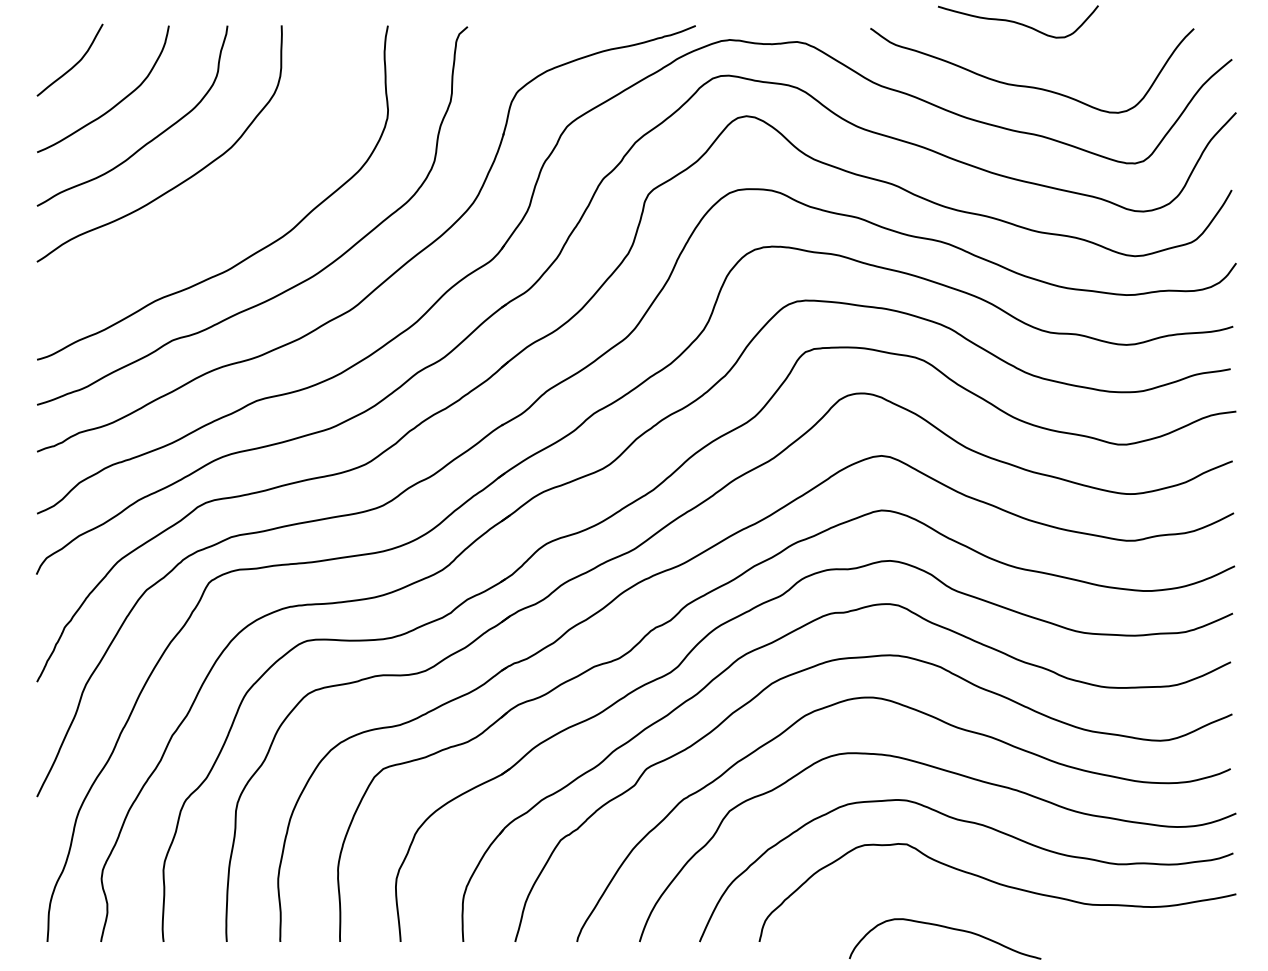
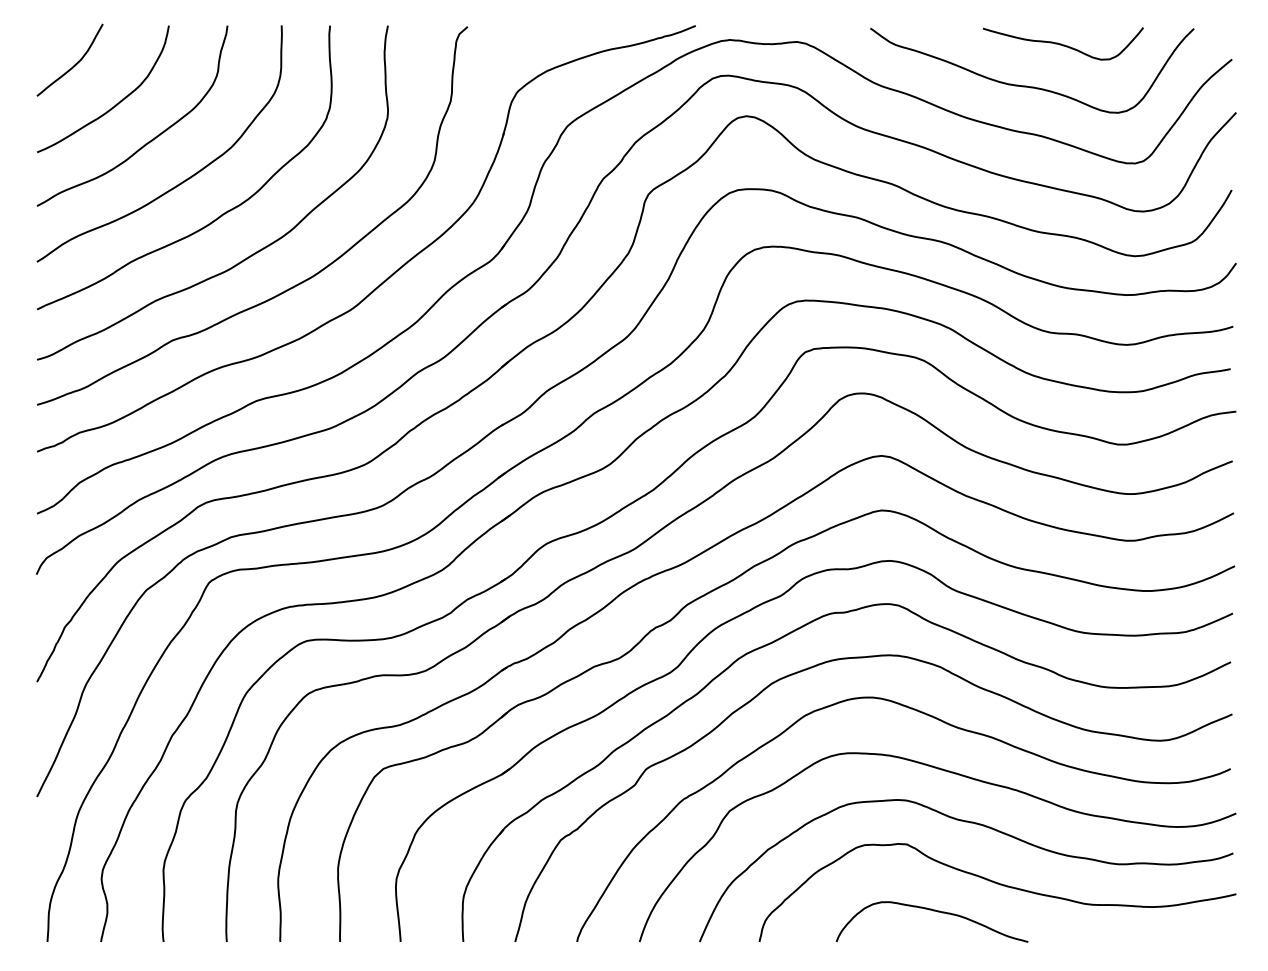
curve at (1016, 21) position: (1016, 21) -> (1061, 43)
curve at (218, 216): none -> present
curve at (946, 928) position: (946, 928) -> (933, 911)
